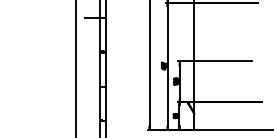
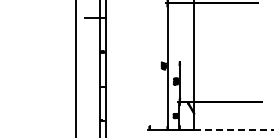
line at (214, 61): present -> none
line at (149, 64): present -> none
line at (234, 129): solid -> dashed
